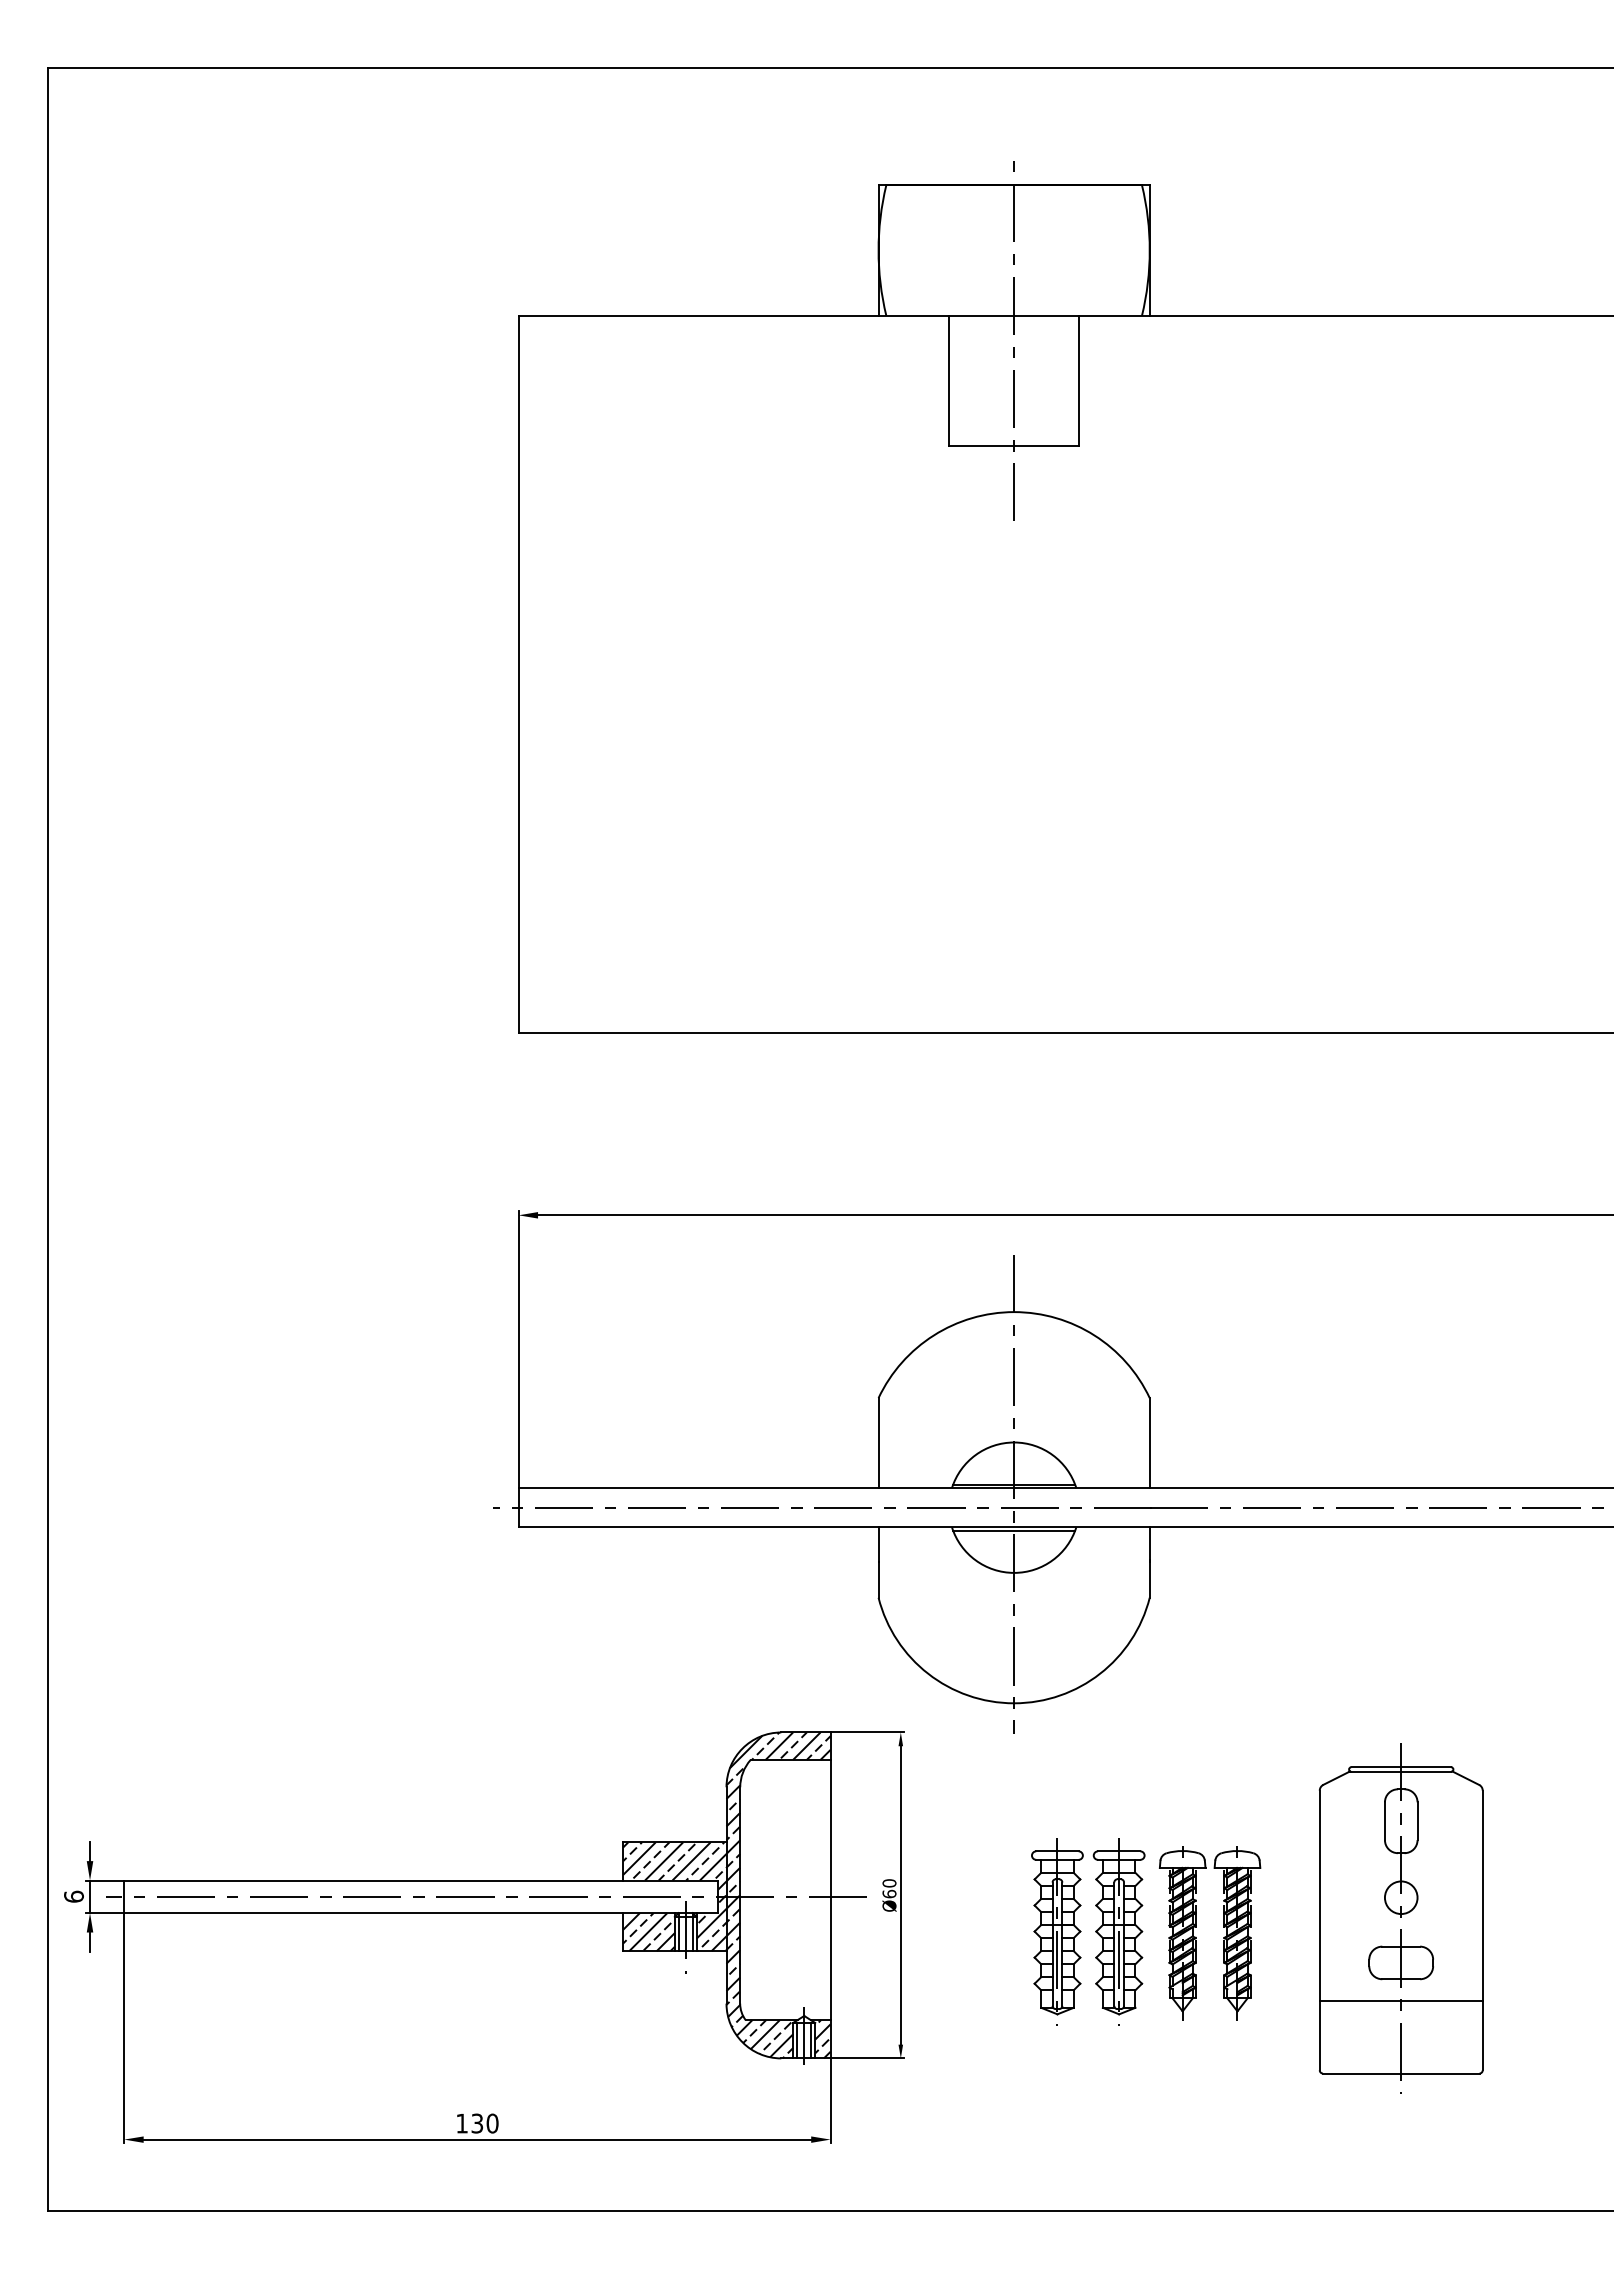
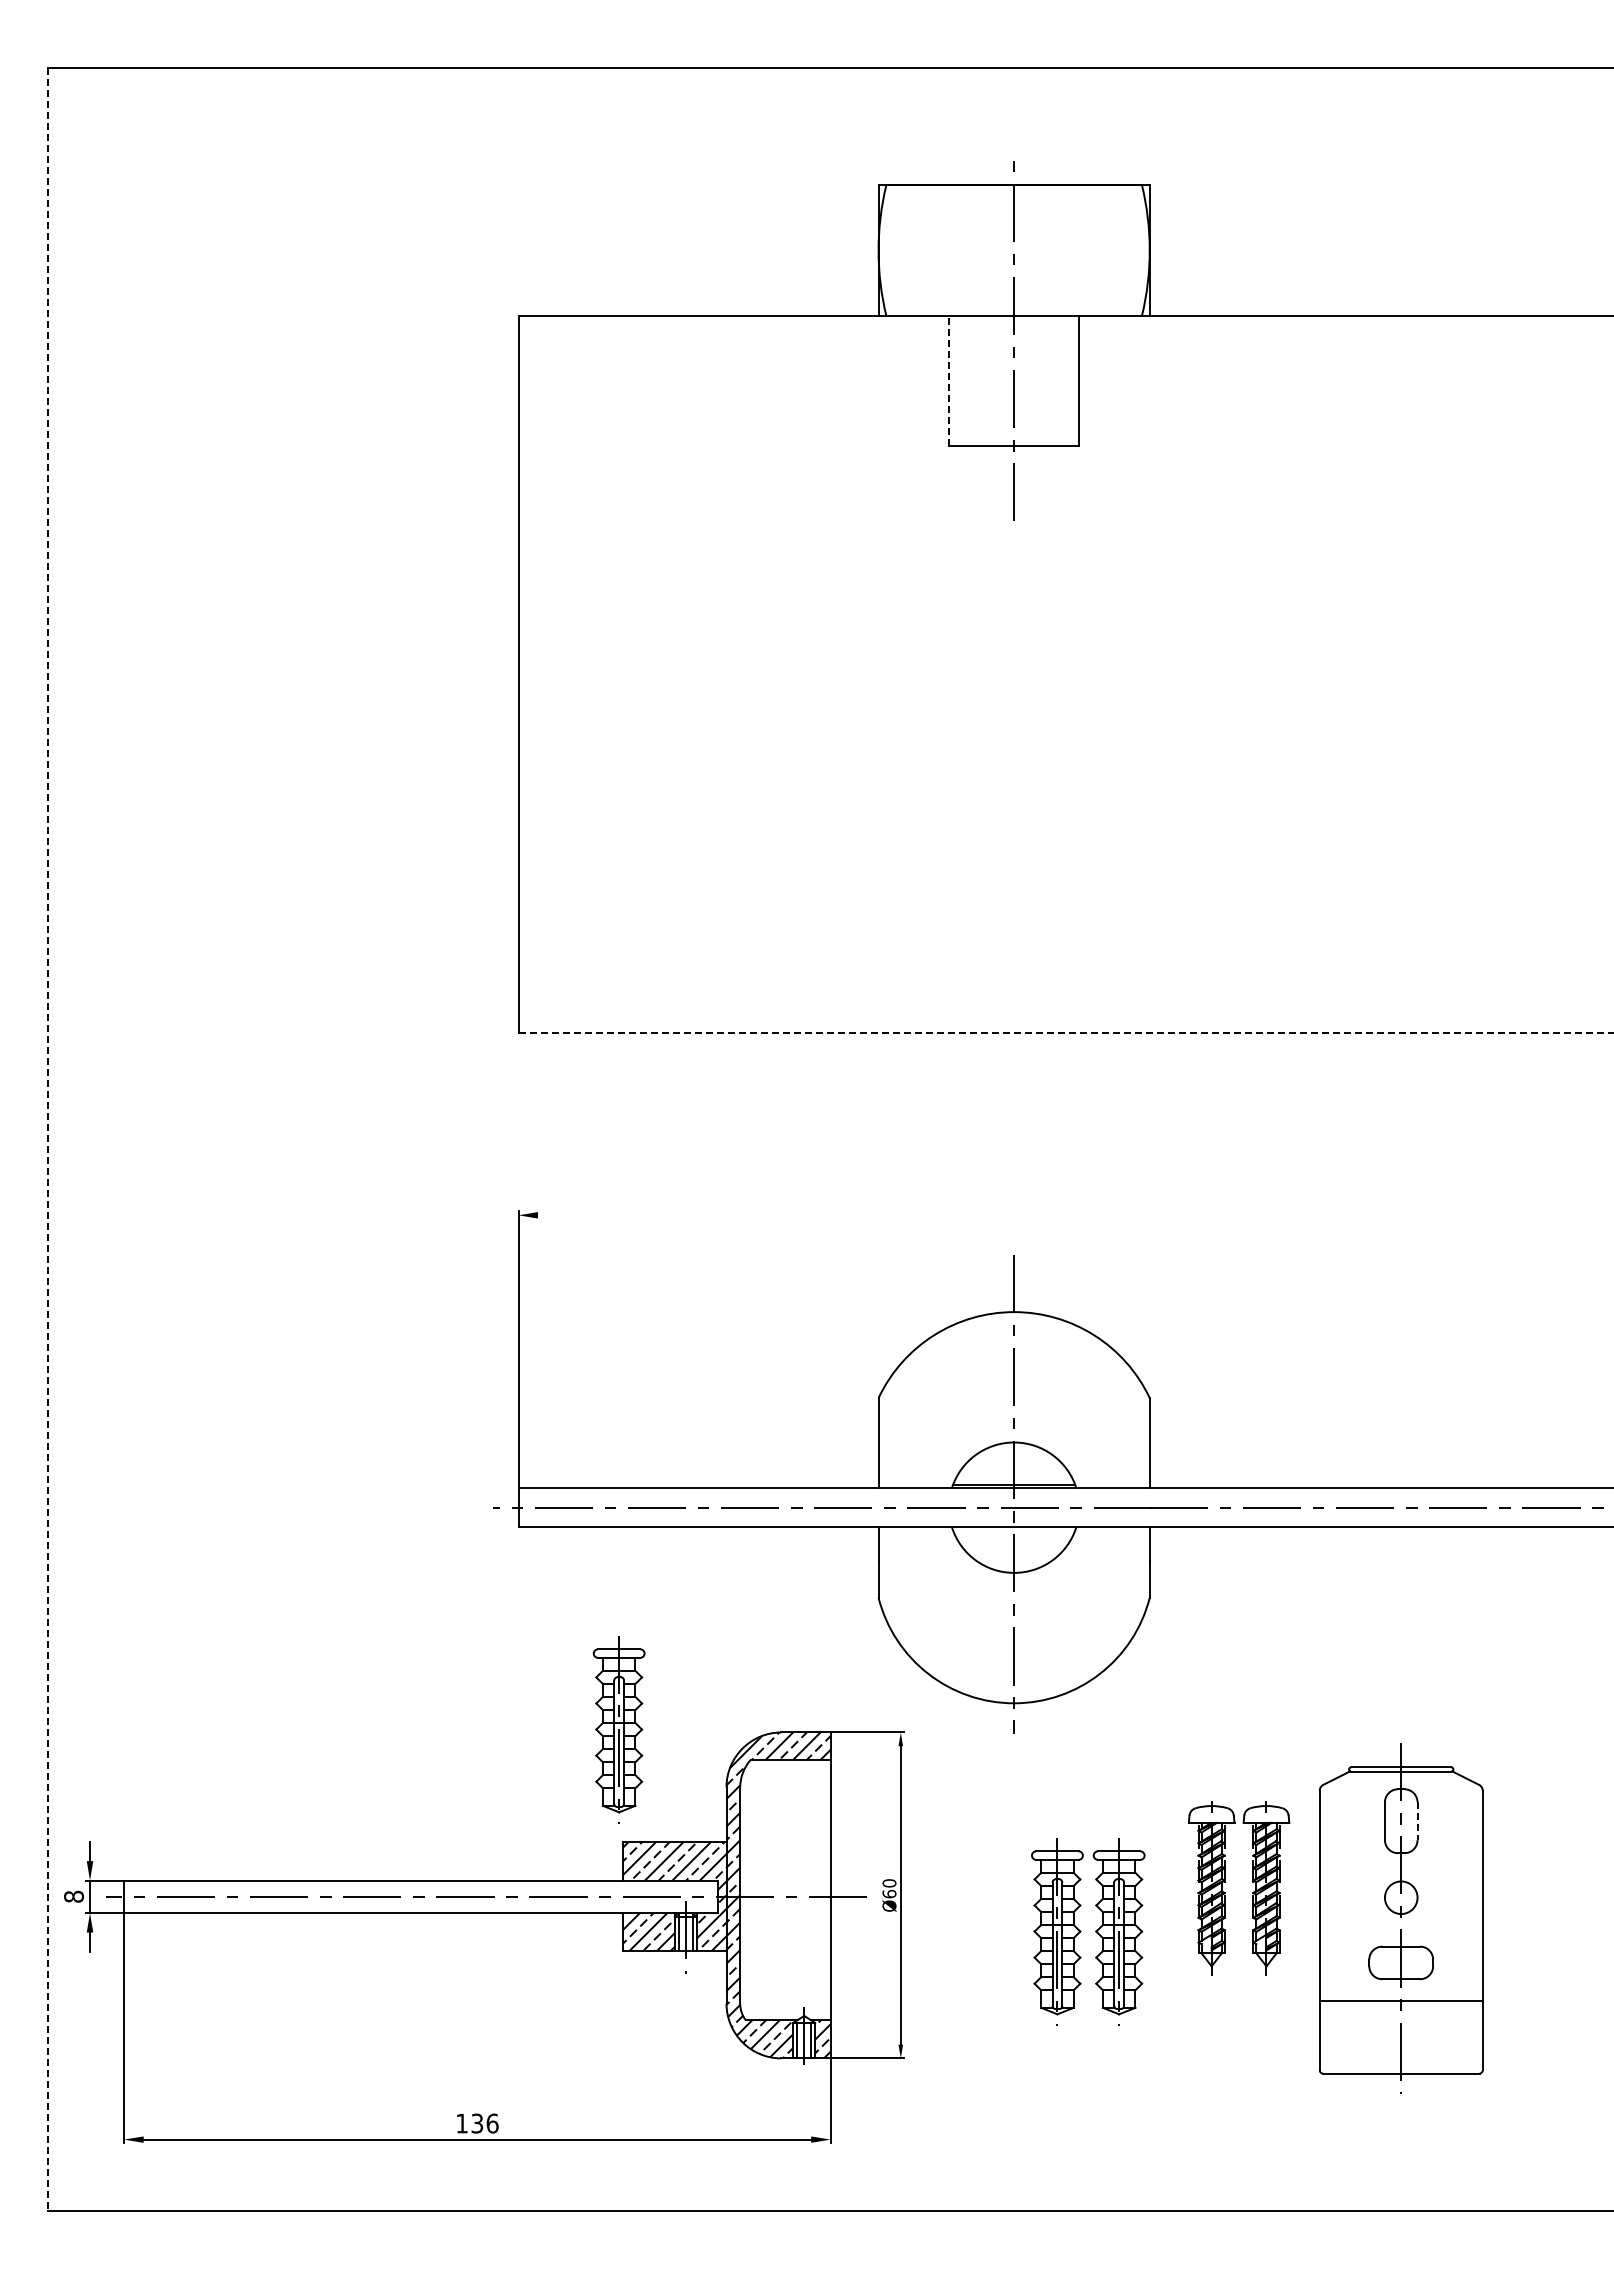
line at (948, 380): solid -> dashed
line at (1066, 1032): solid -> dashed
line at (48, 1139): solid -> dashed
line at (1074, 1215): present -> none
line at (1014, 1530): present -> none
part at (618, 1729): none -> present
line at (1417, 1821): solid -> dashed
text at (73, 1896): 6 -> 8
part at (1223, 1937) position: (1223, 1937) -> (1252, 1892)
text at (492, 2123): 130 -> 136
